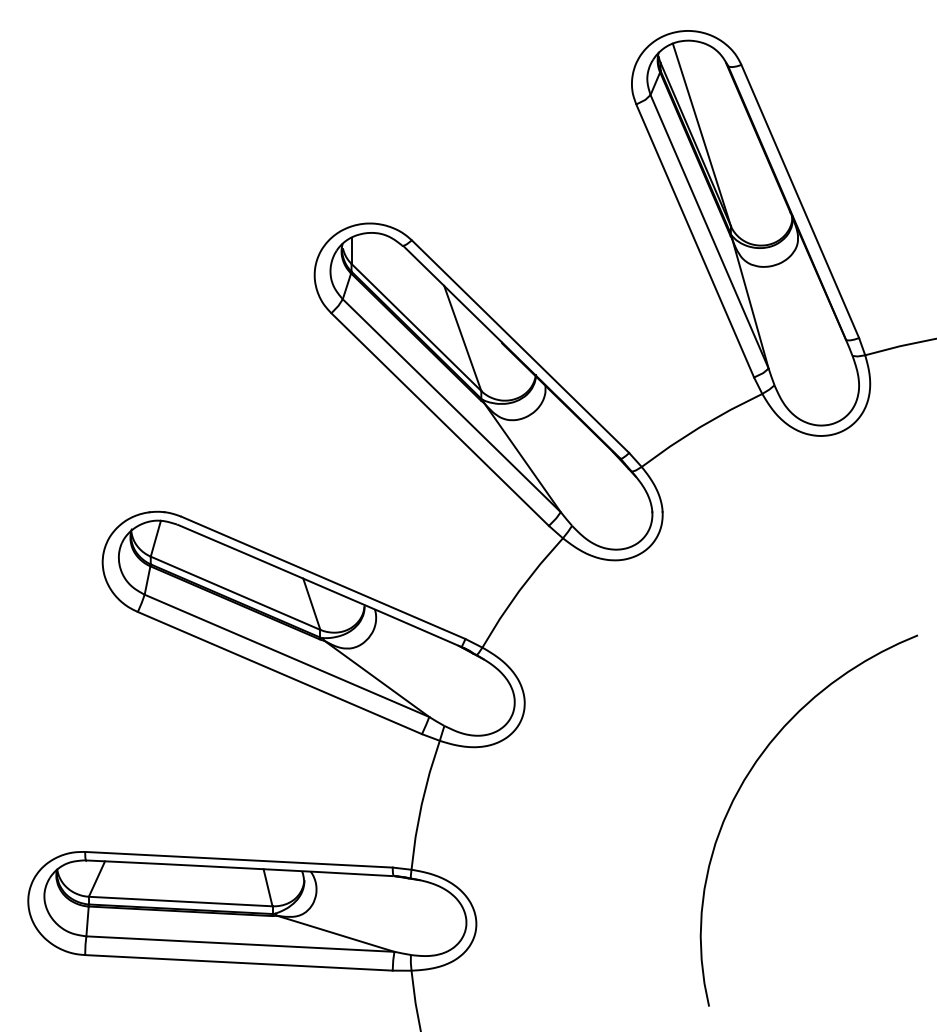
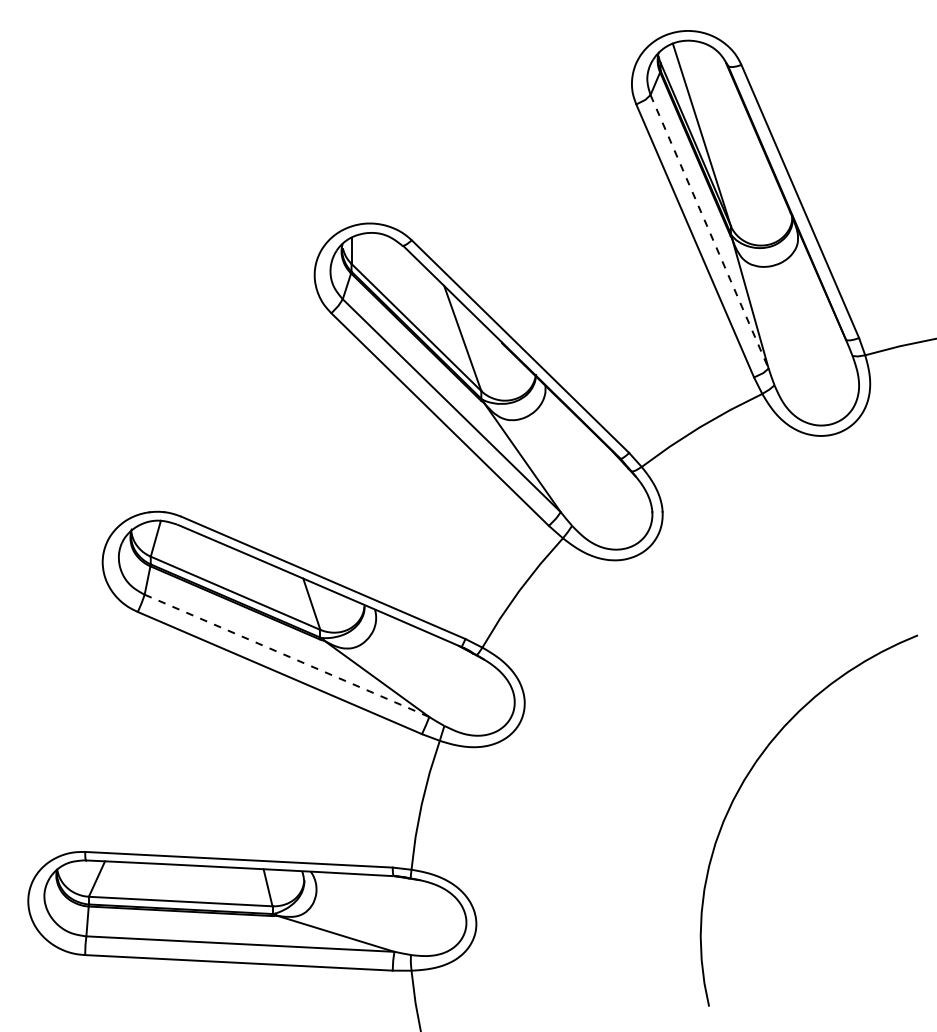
line at (709, 231): solid -> dashed
line at (287, 655): solid -> dashed
